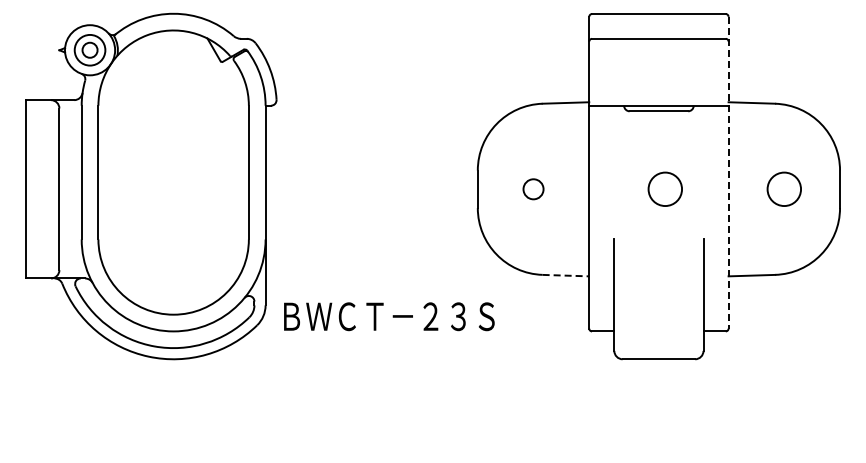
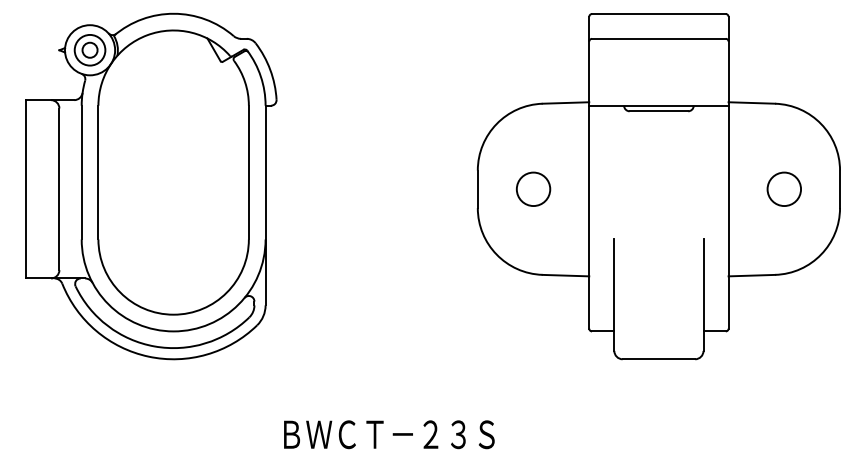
line at (728, 172): dashed -> solid
circle at (664, 188): present -> none
circle at (533, 189) diameter: 20 px -> 33 px
line at (566, 275): dashed -> solid
text at (389, 316) position: (389, 316) -> (389, 434)
